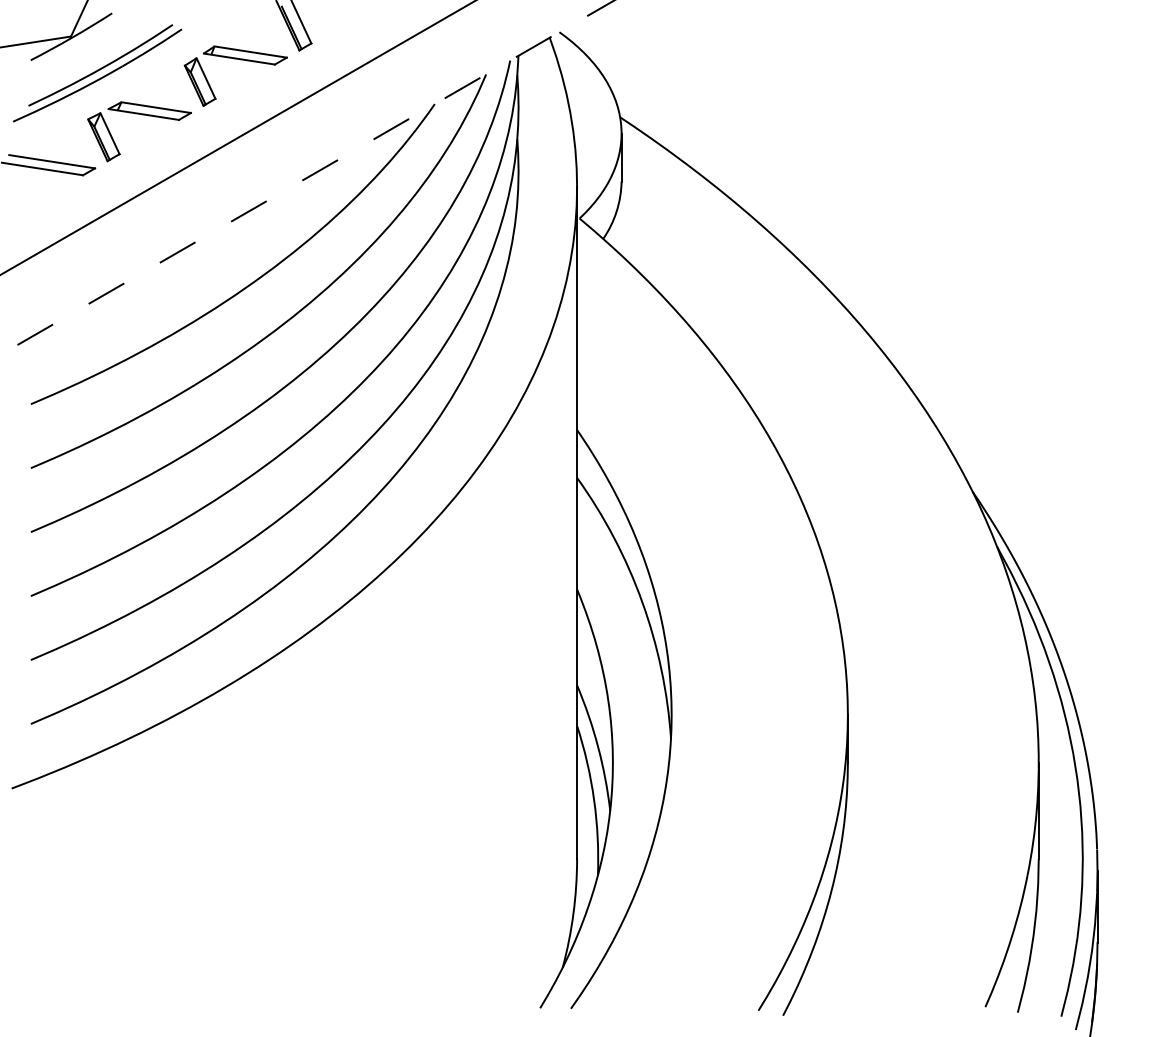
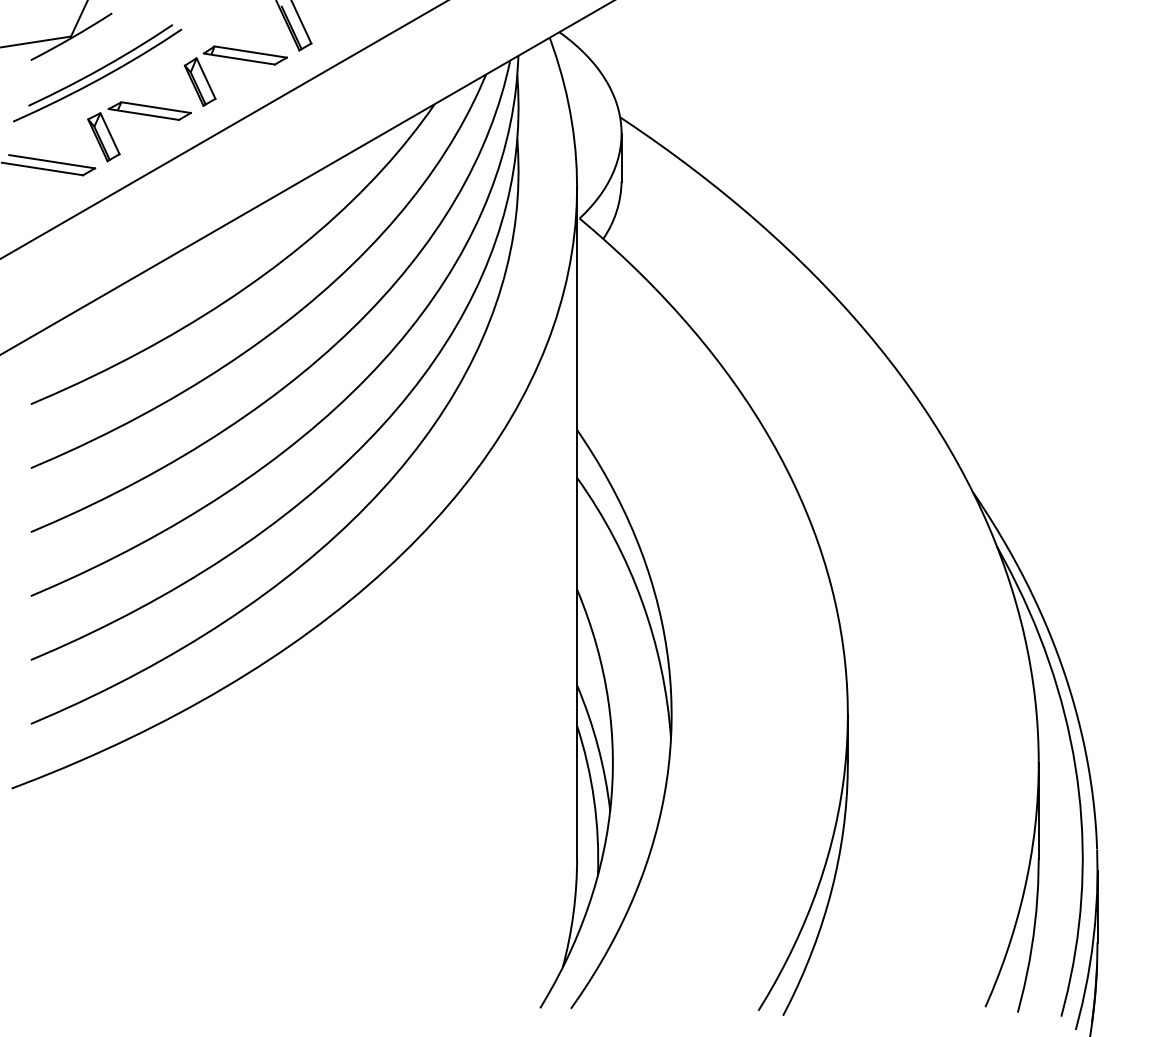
line at (237, 137) position: (237, 137) -> (223, 129)
line at (307, 177): dashed -> solid
